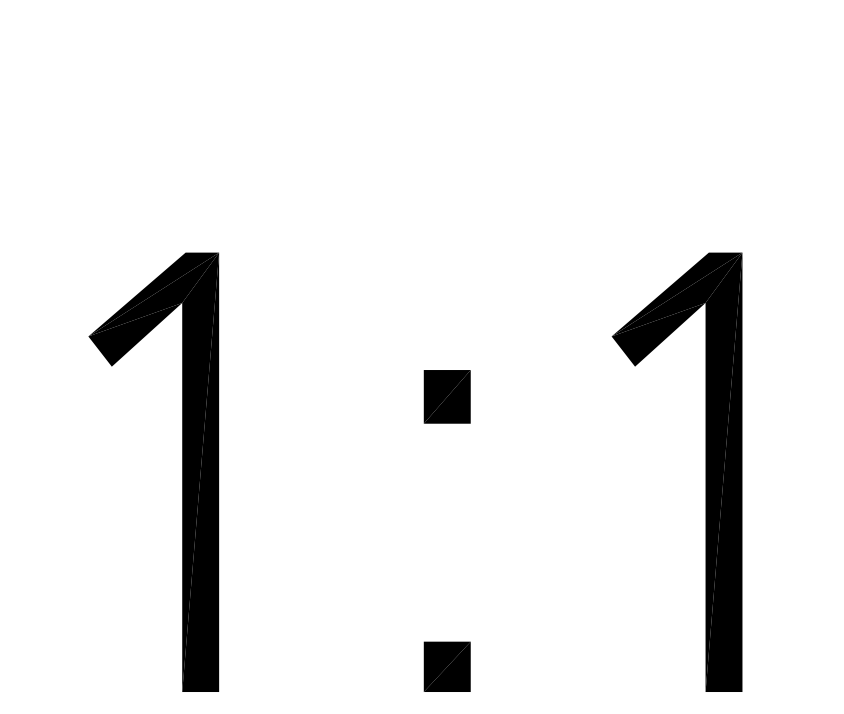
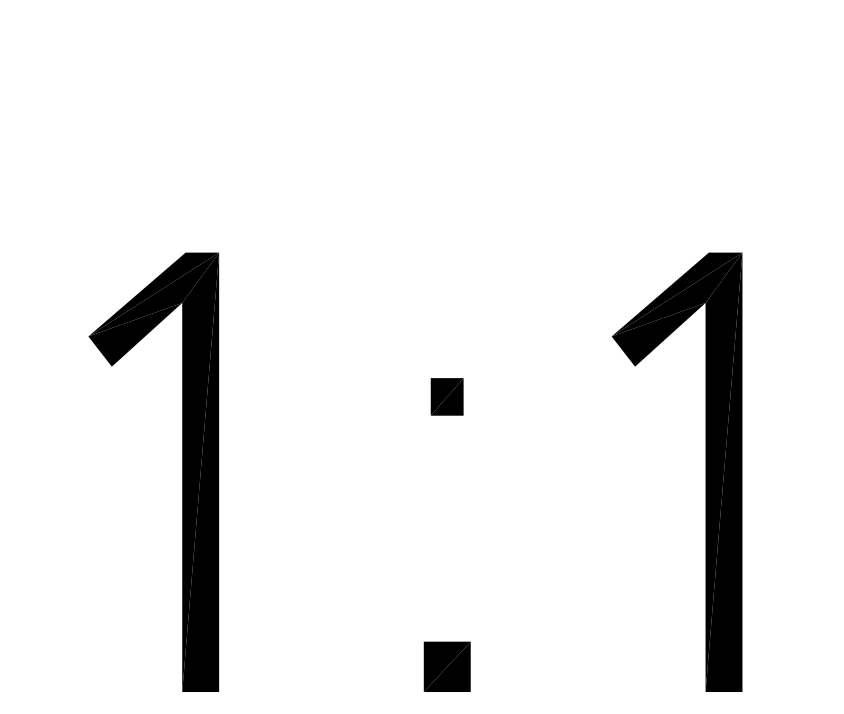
part at (446, 396) size: 48x54 px -> 34x38 px
